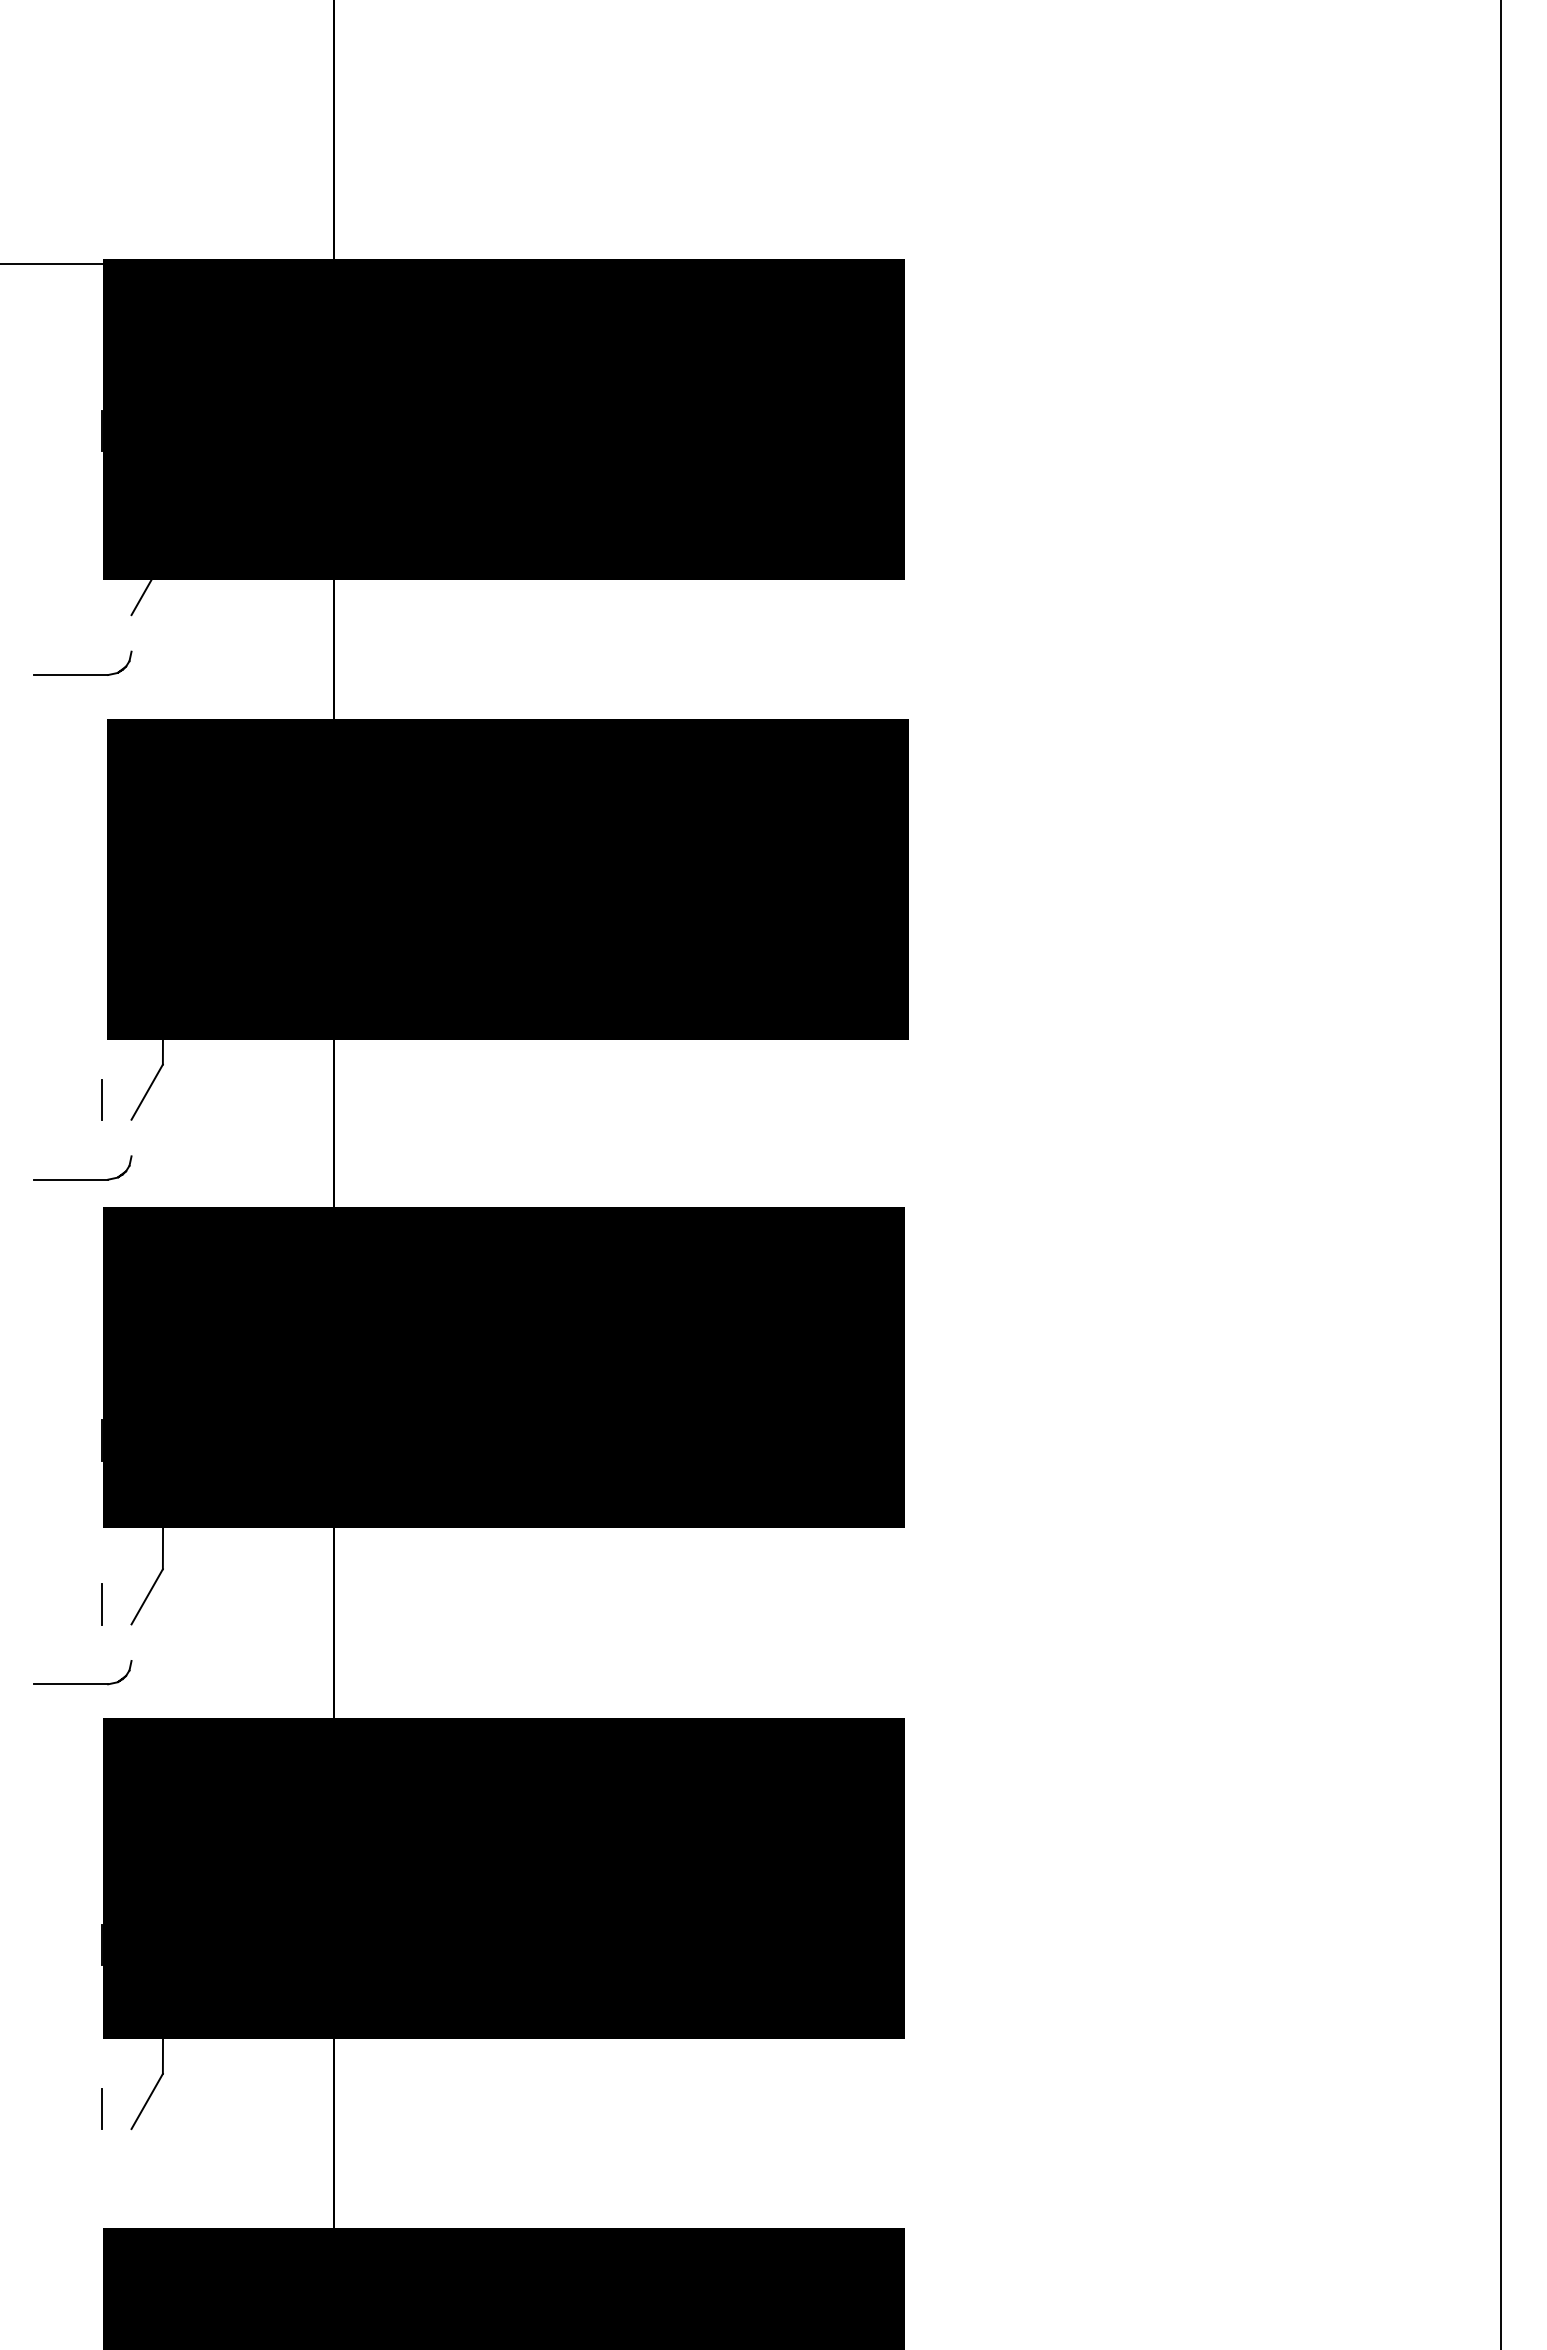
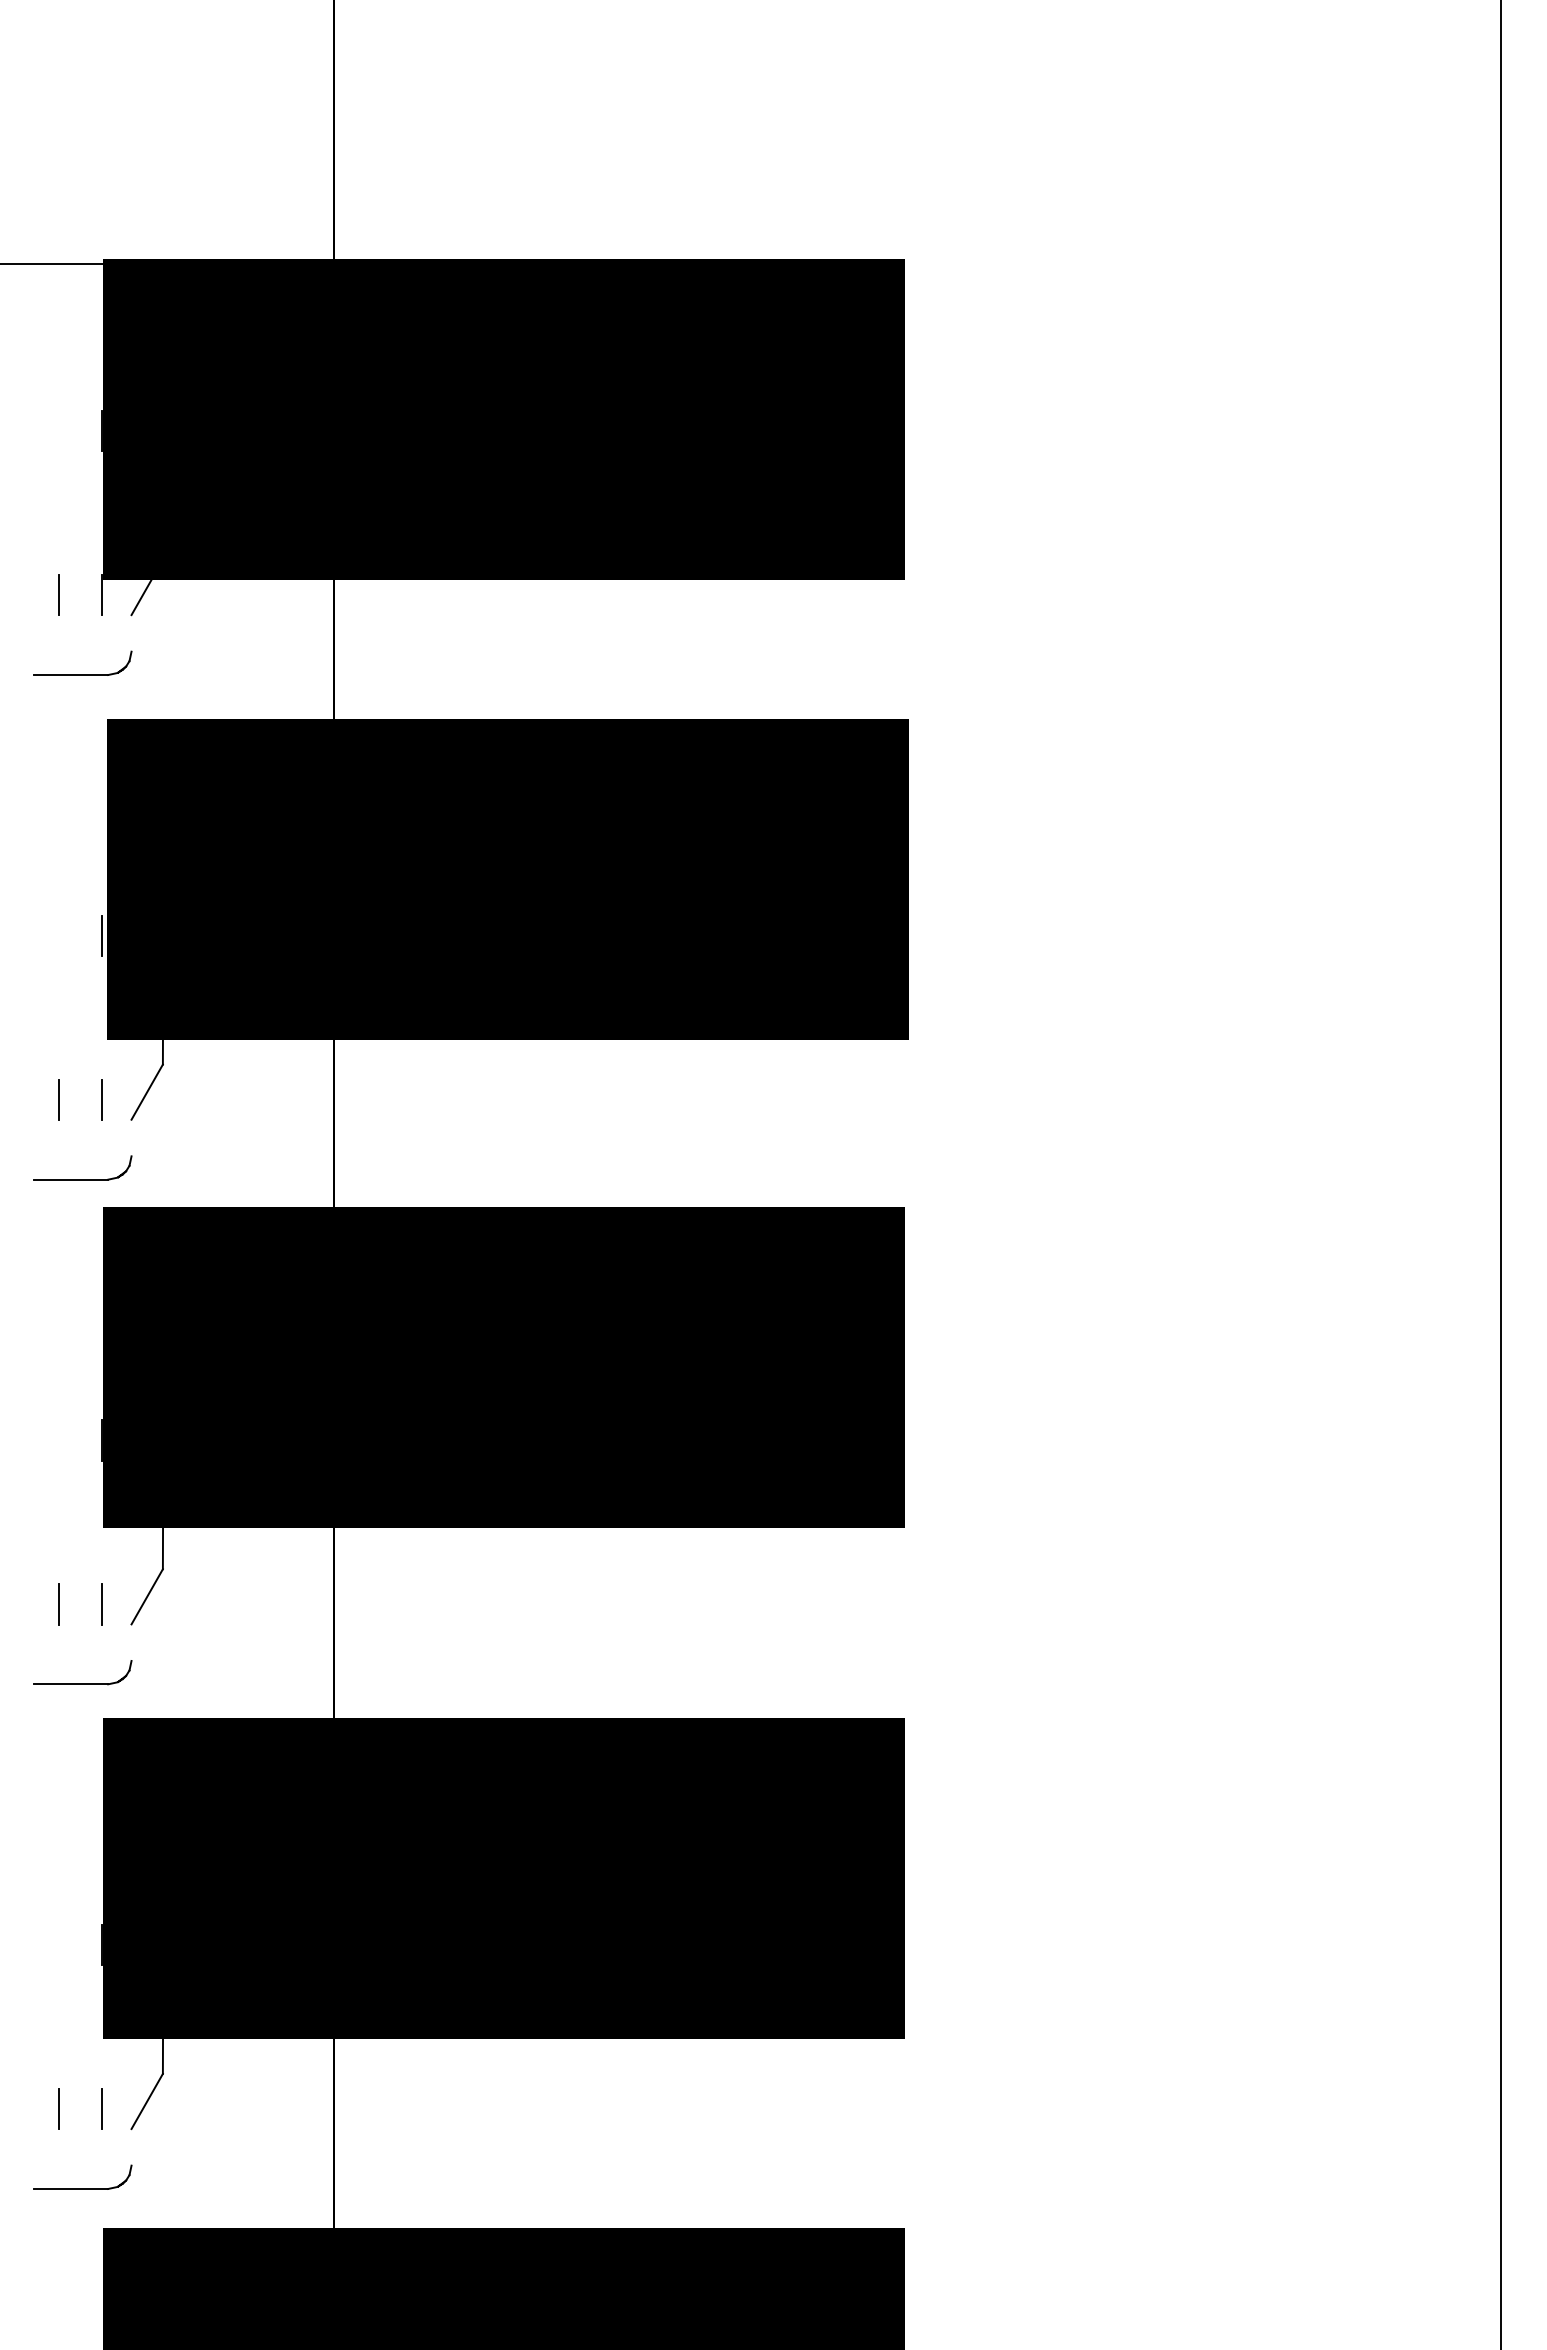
line at (58, 594): none -> present
line at (102, 594): none -> present
line at (102, 935): none -> present
line at (58, 1099): none -> present
line at (58, 1604): none -> present
line at (58, 2108): none -> present
part at (82, 2188): none -> present
